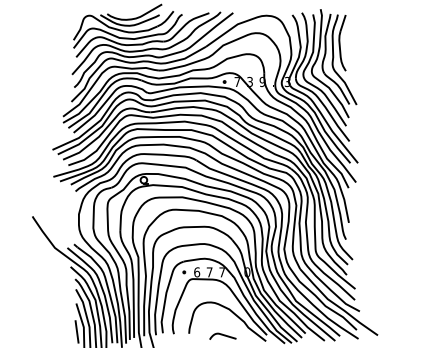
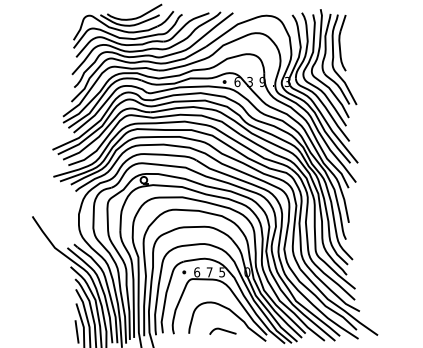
text at (237, 82): 7 -> 6
text at (221, 272): 7 -> 5
curve at (222, 335) position: (222, 335) -> (222, 330)
